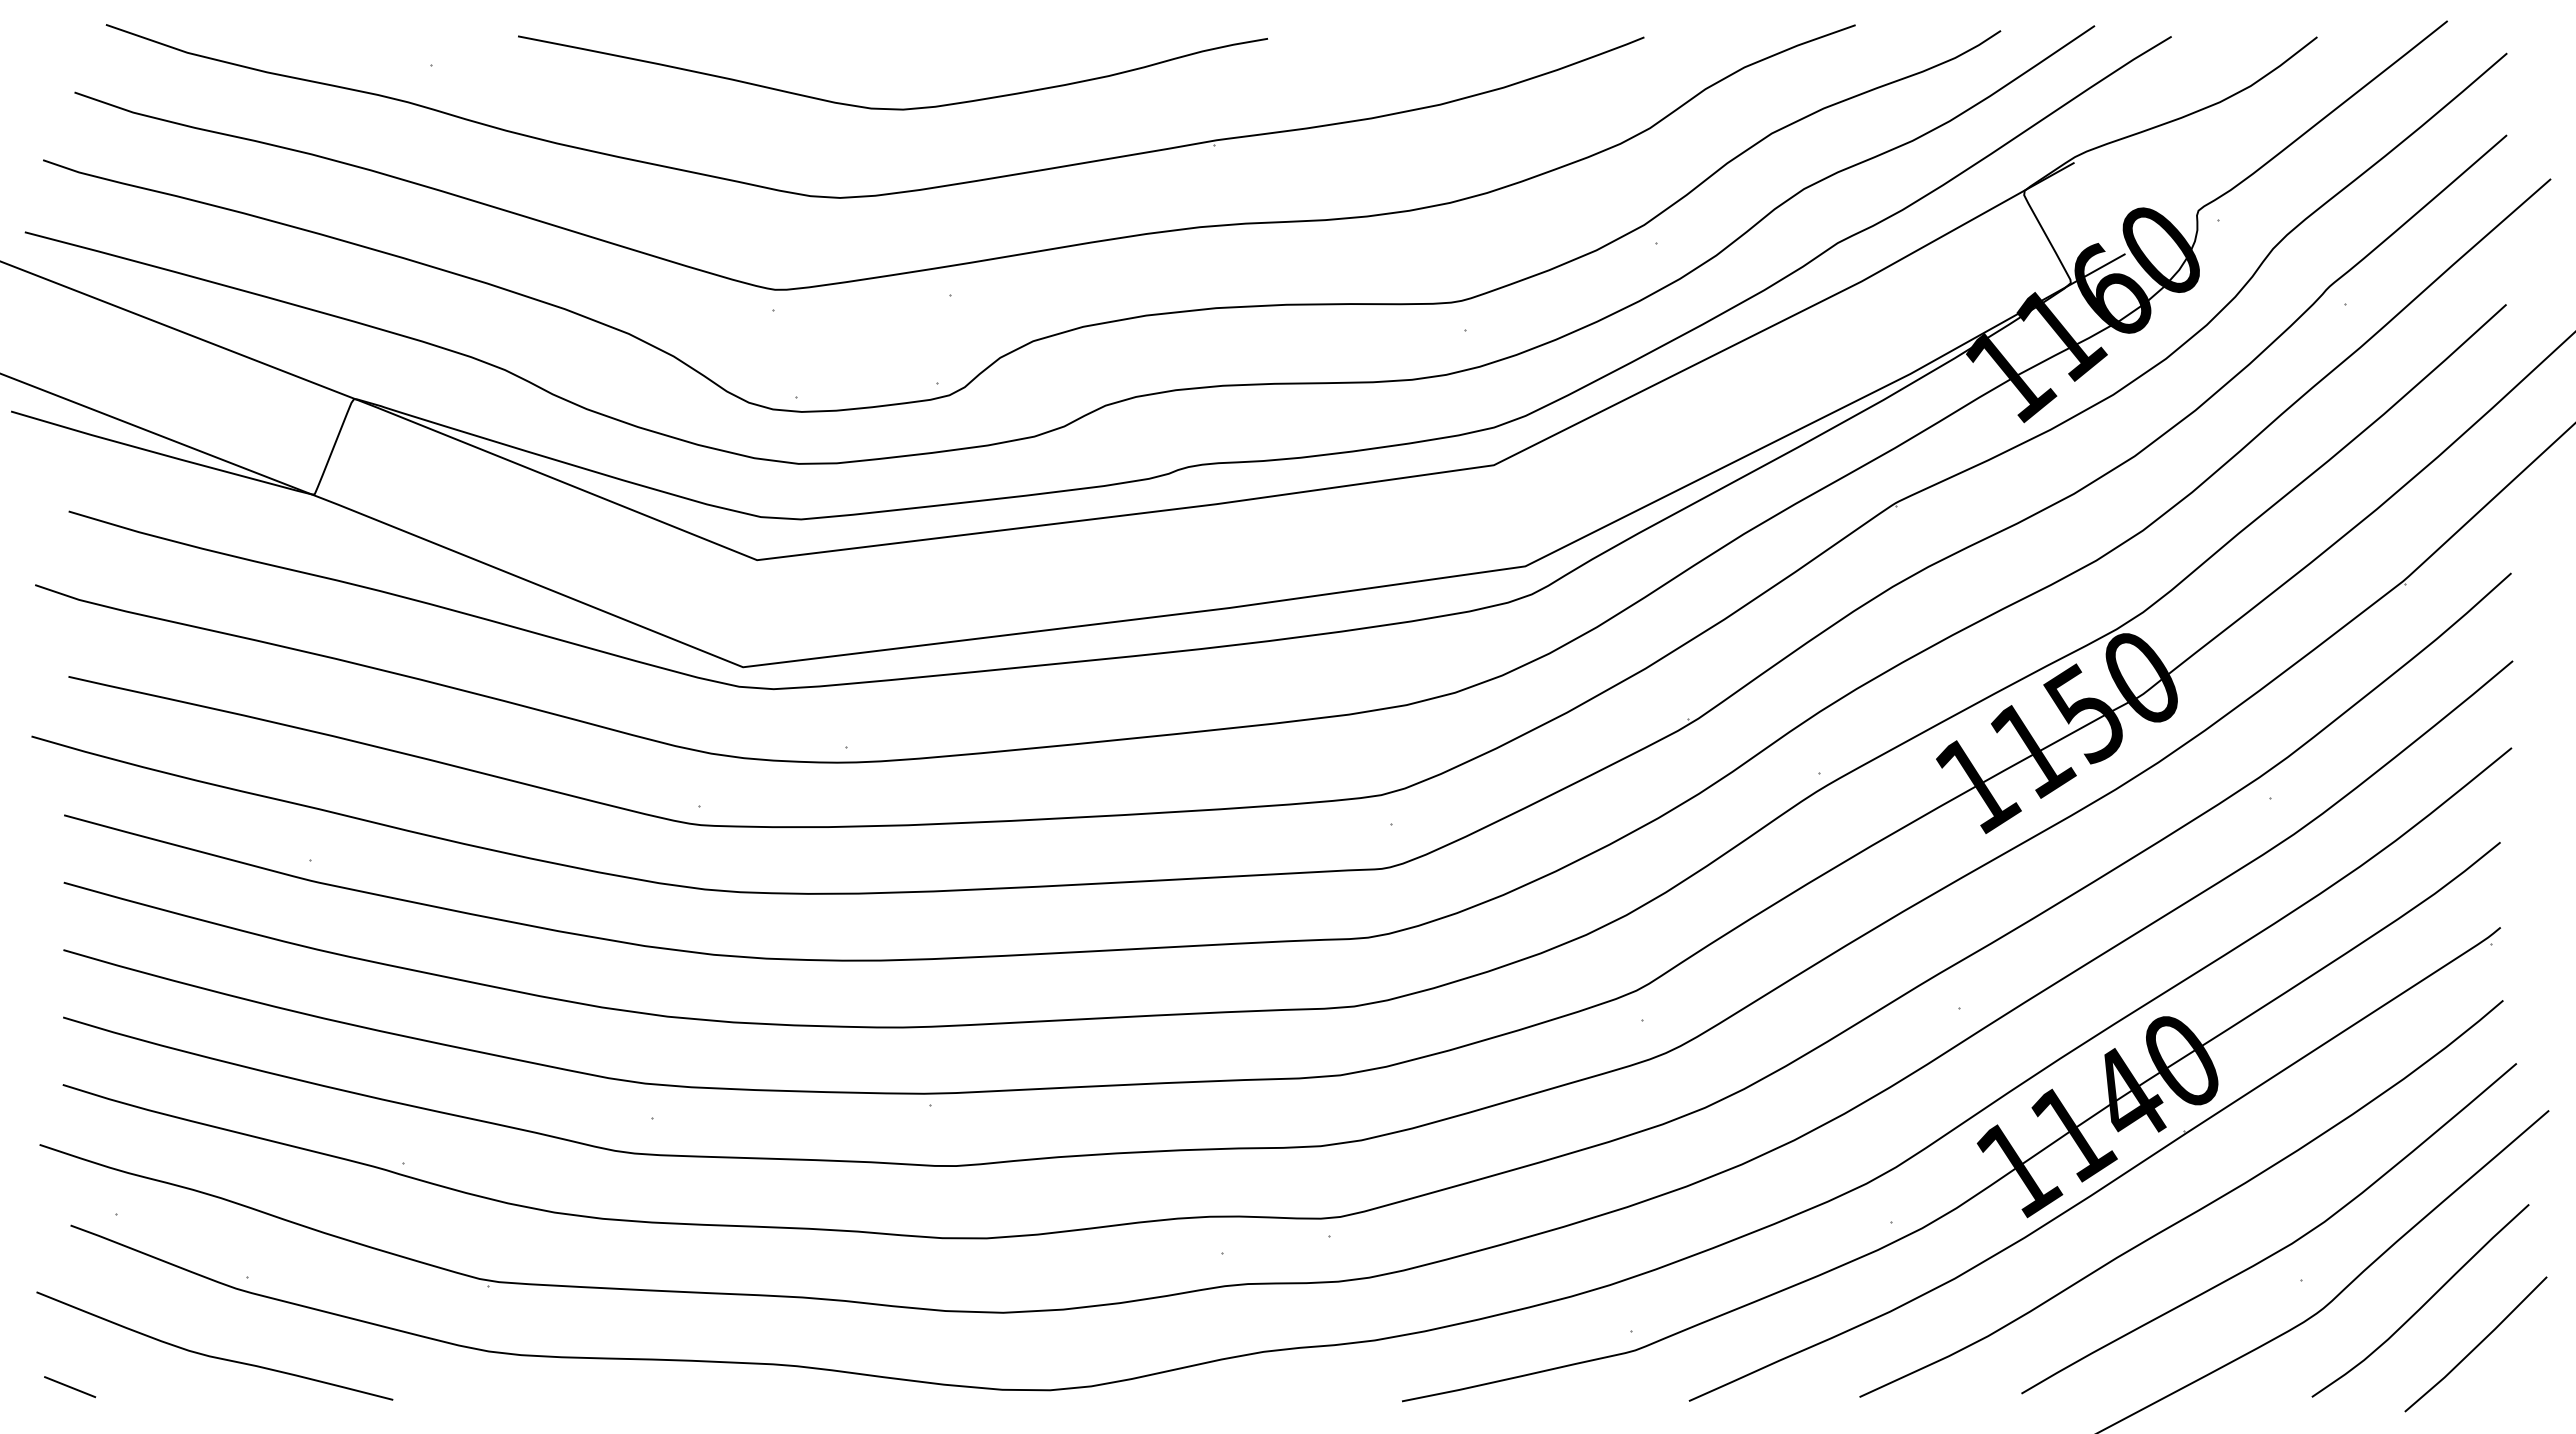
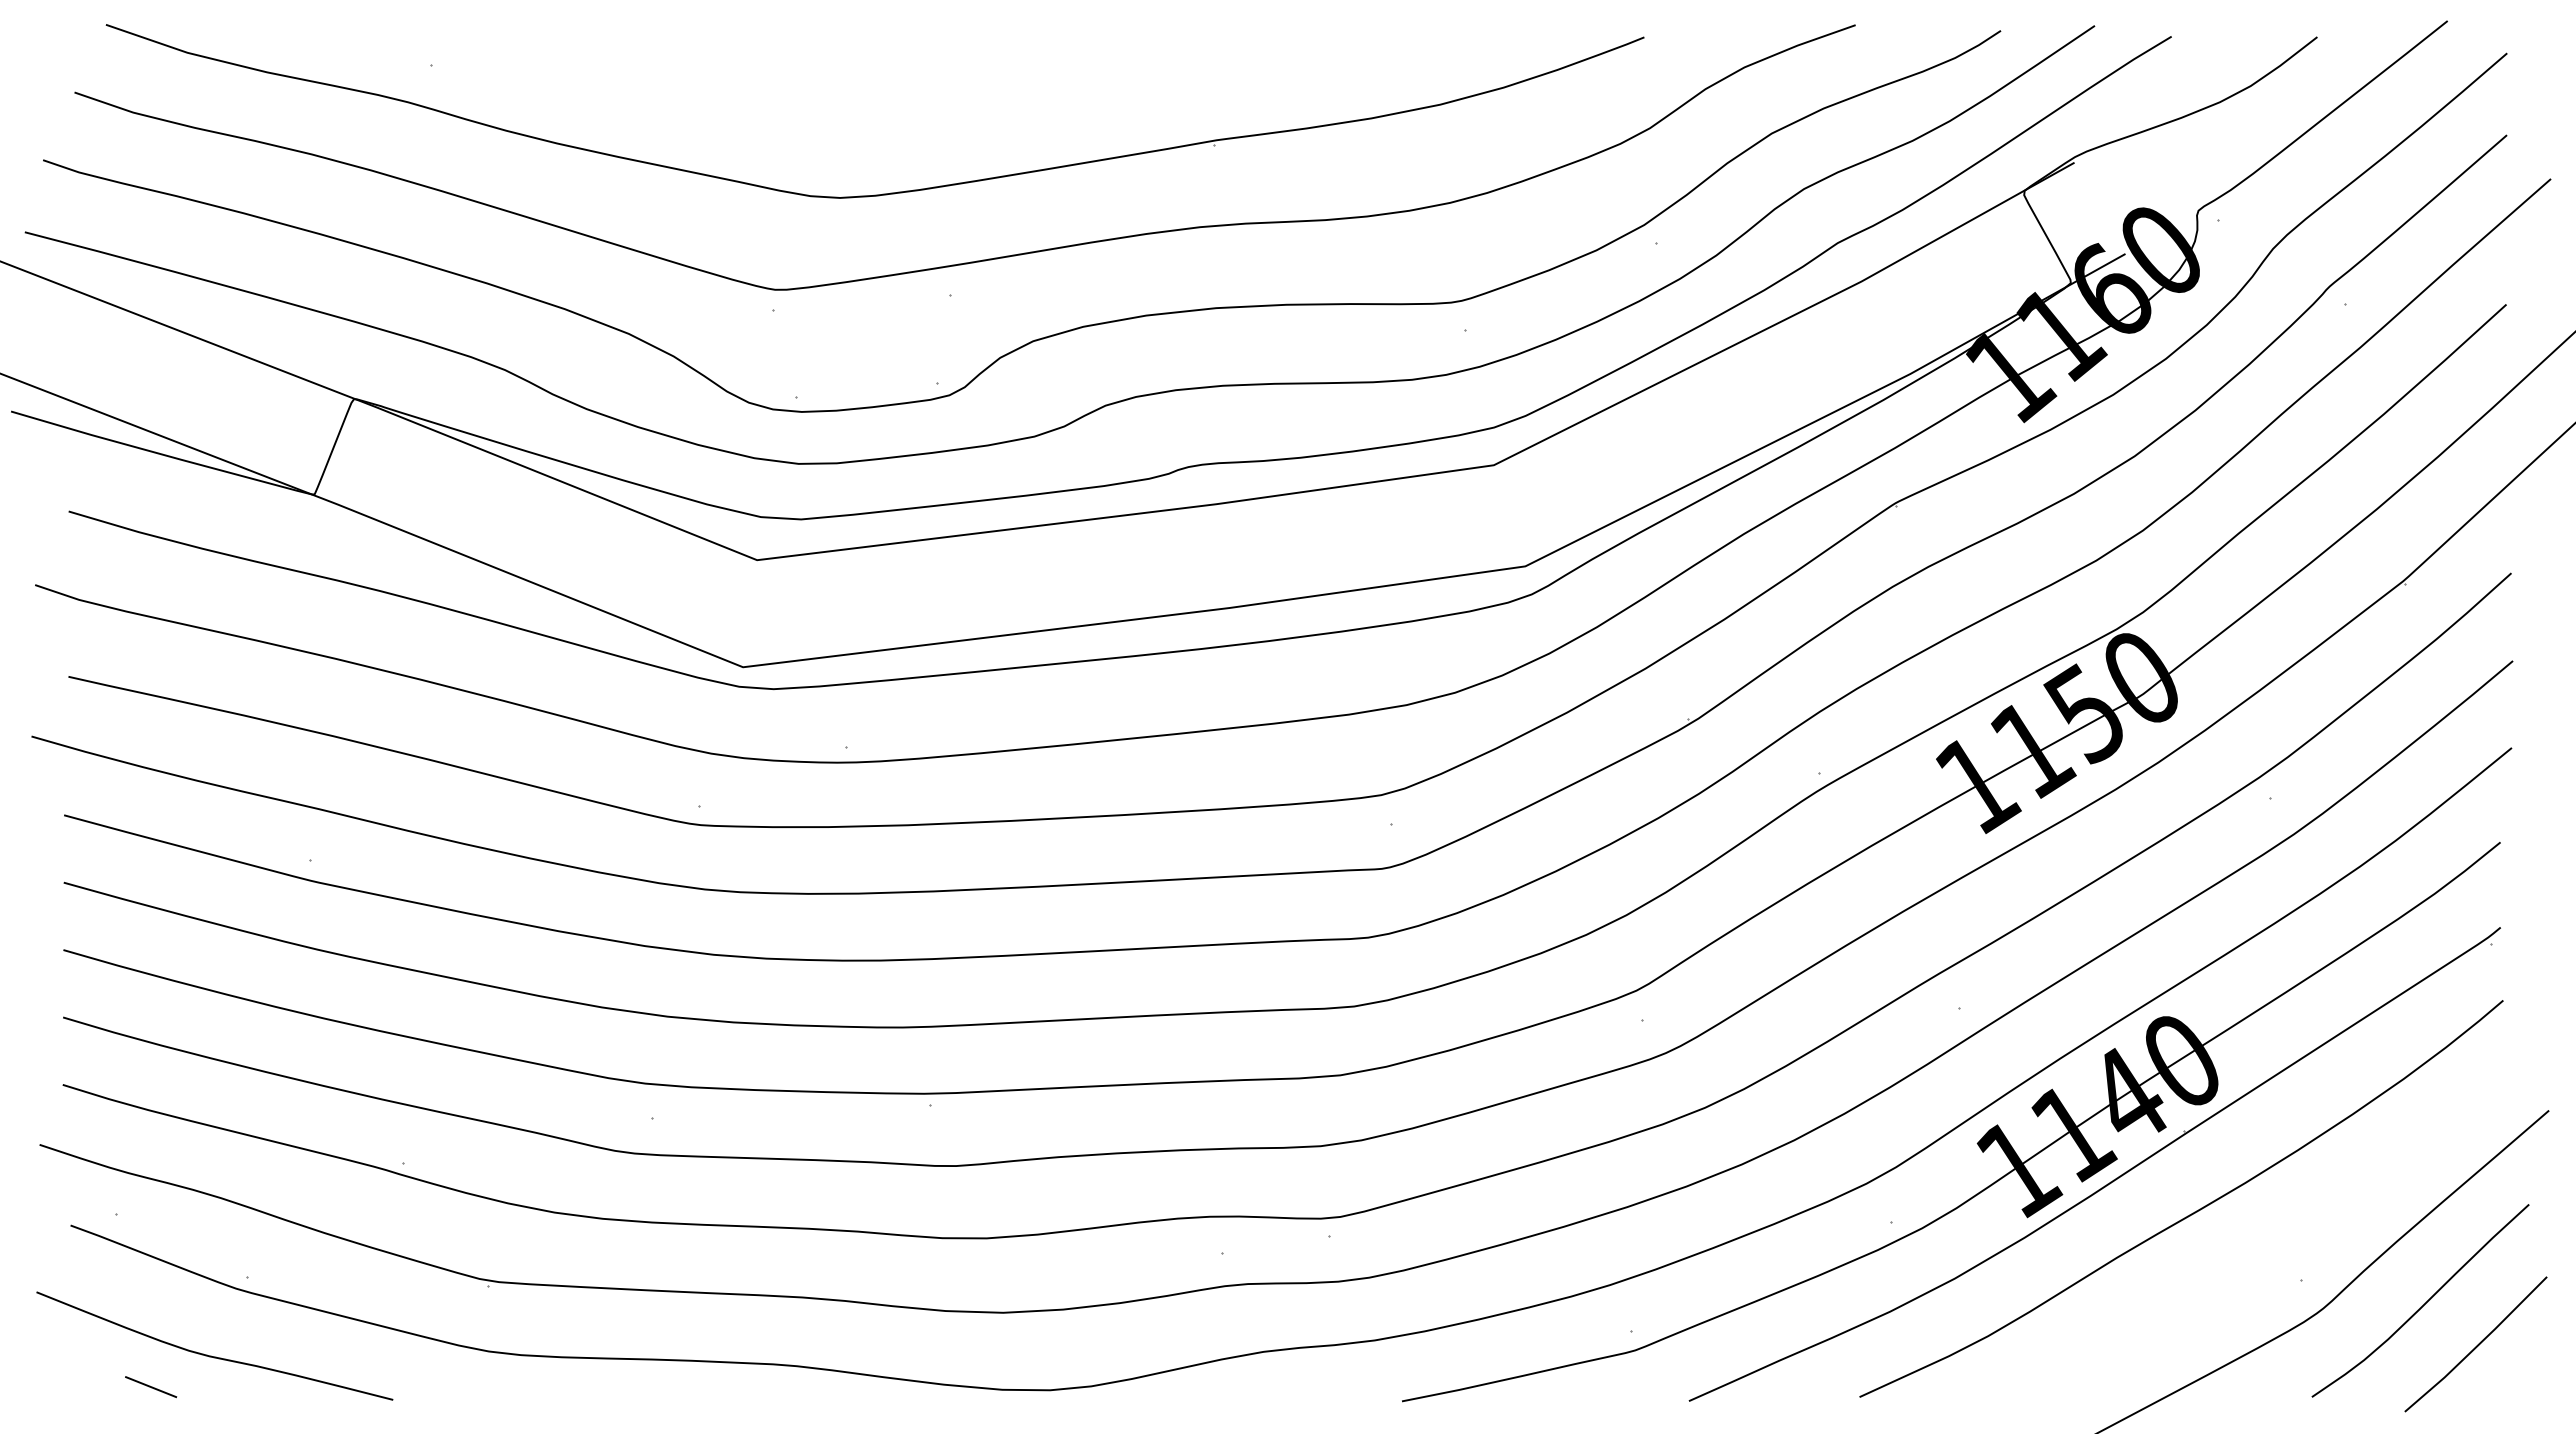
curve at (892, 108): present -> none
curve at (2279, 1249): present -> none
line at (70, 1387) position: (70, 1387) -> (151, 1387)
